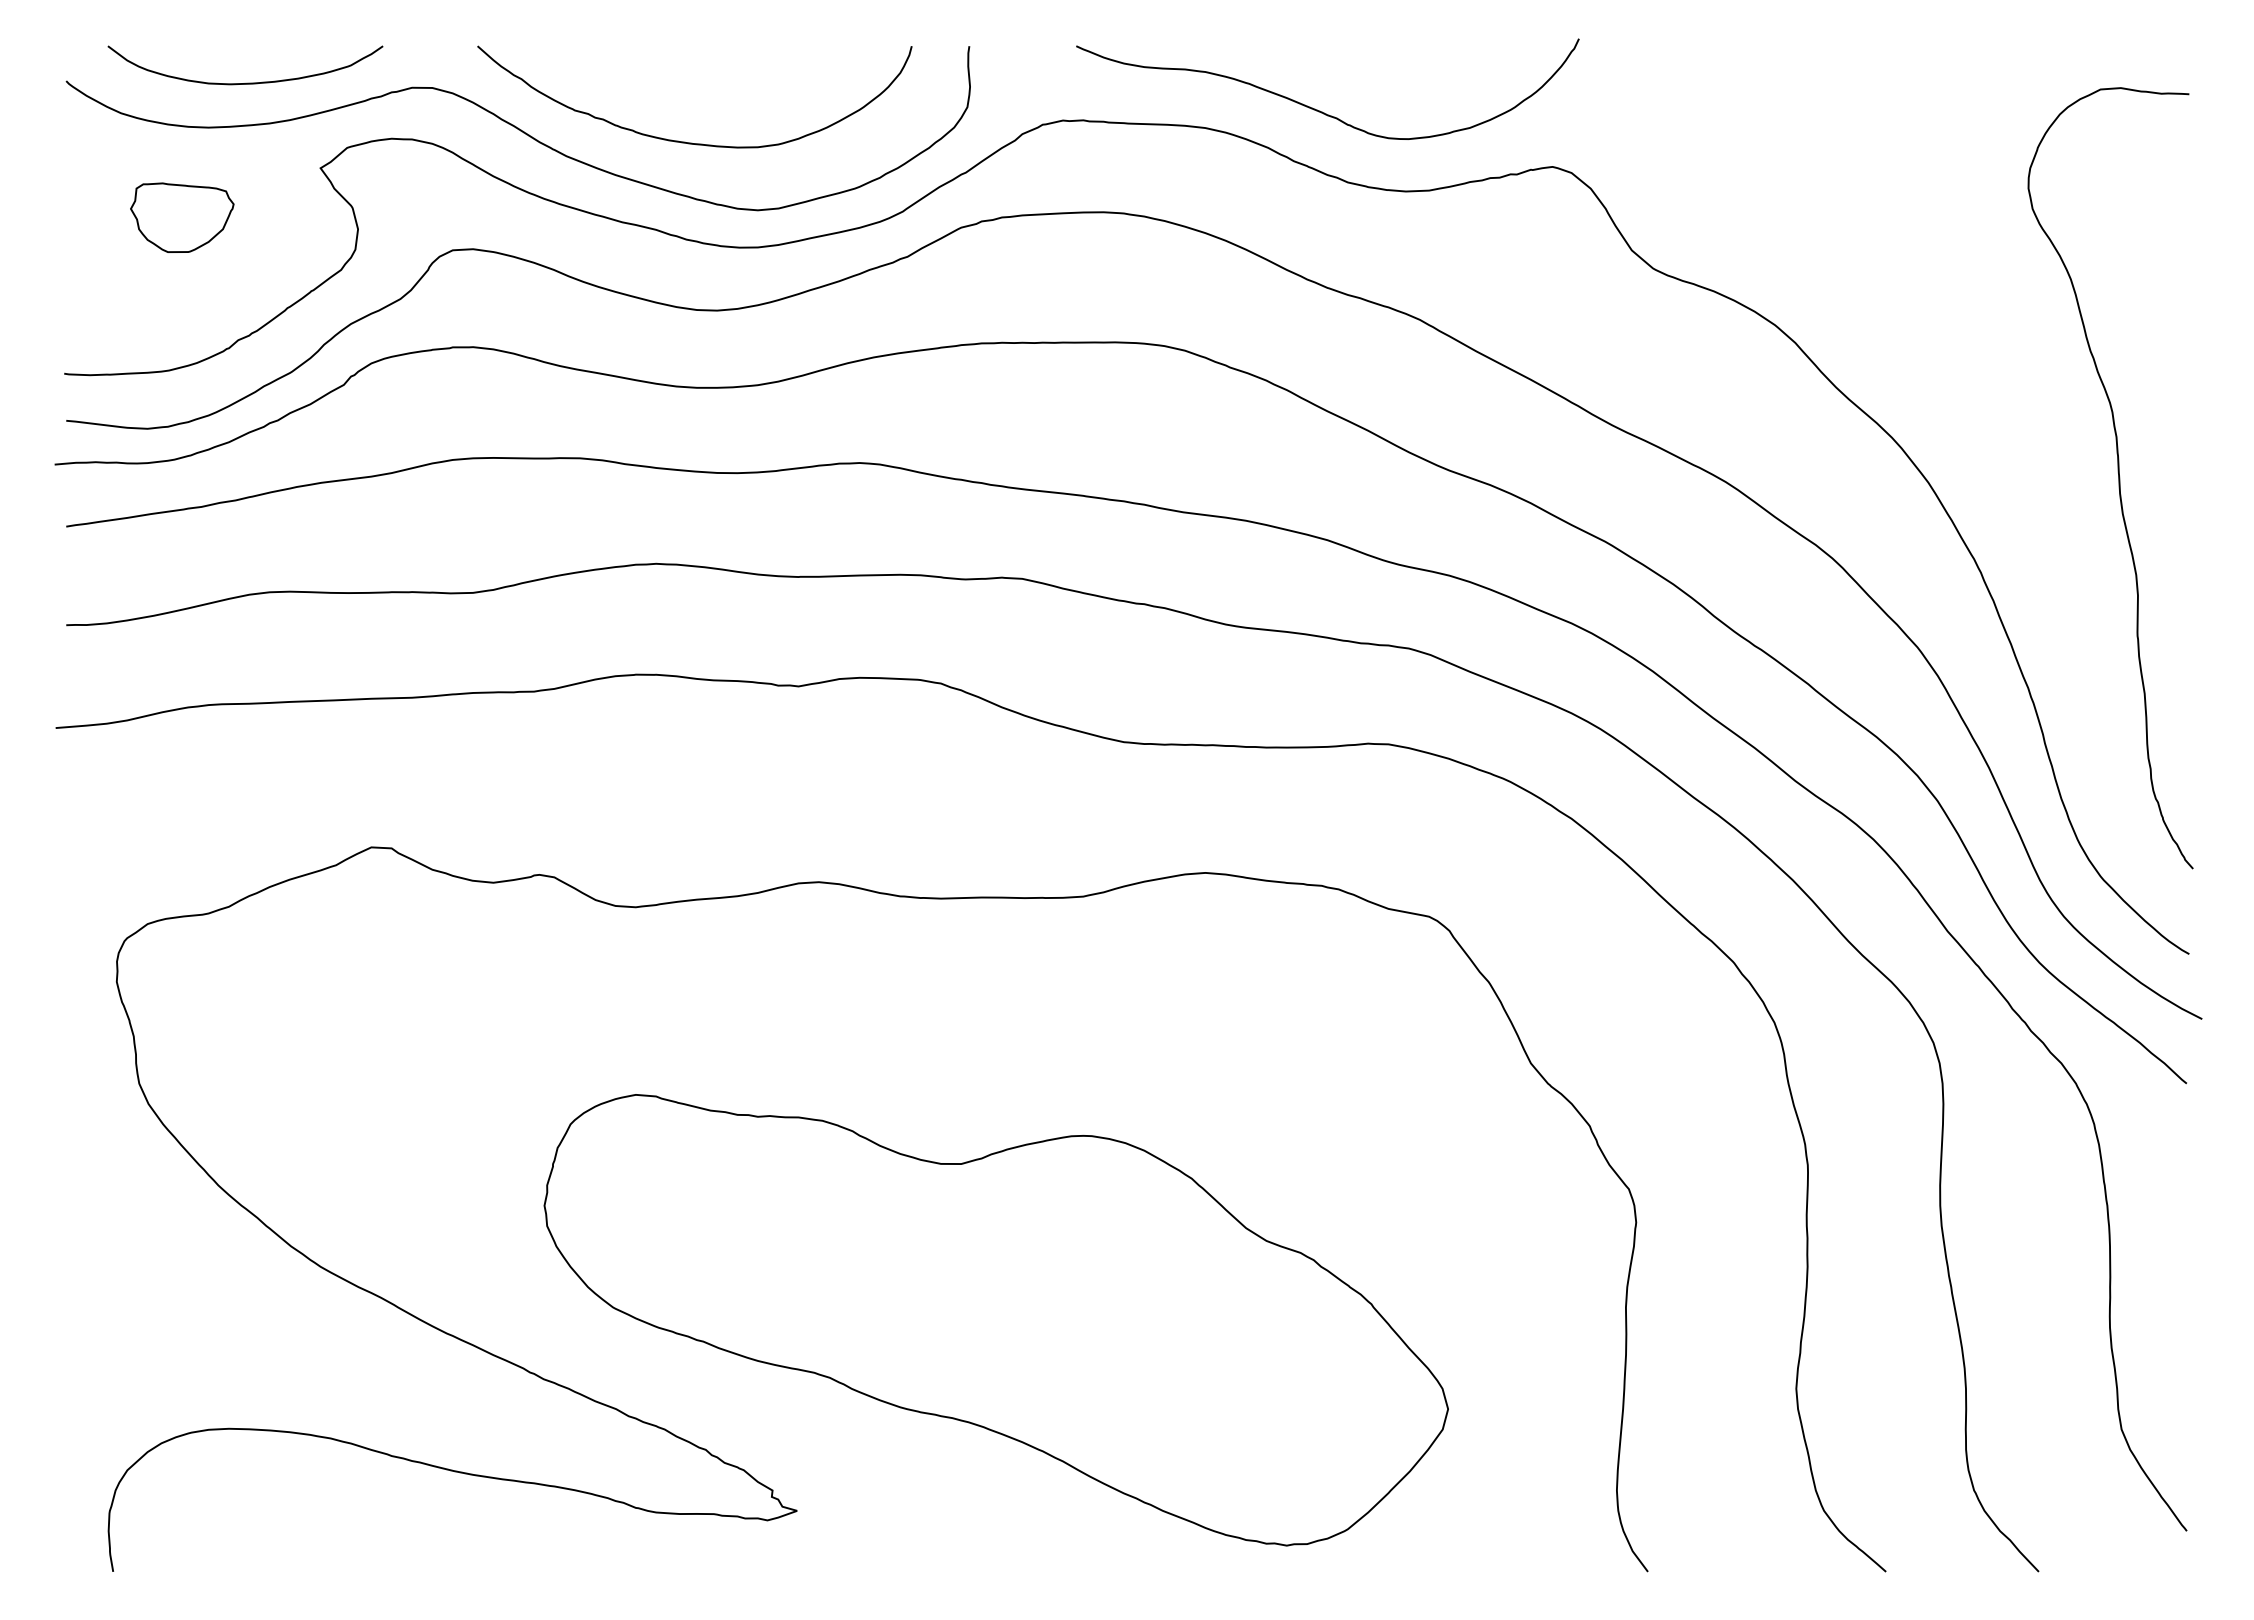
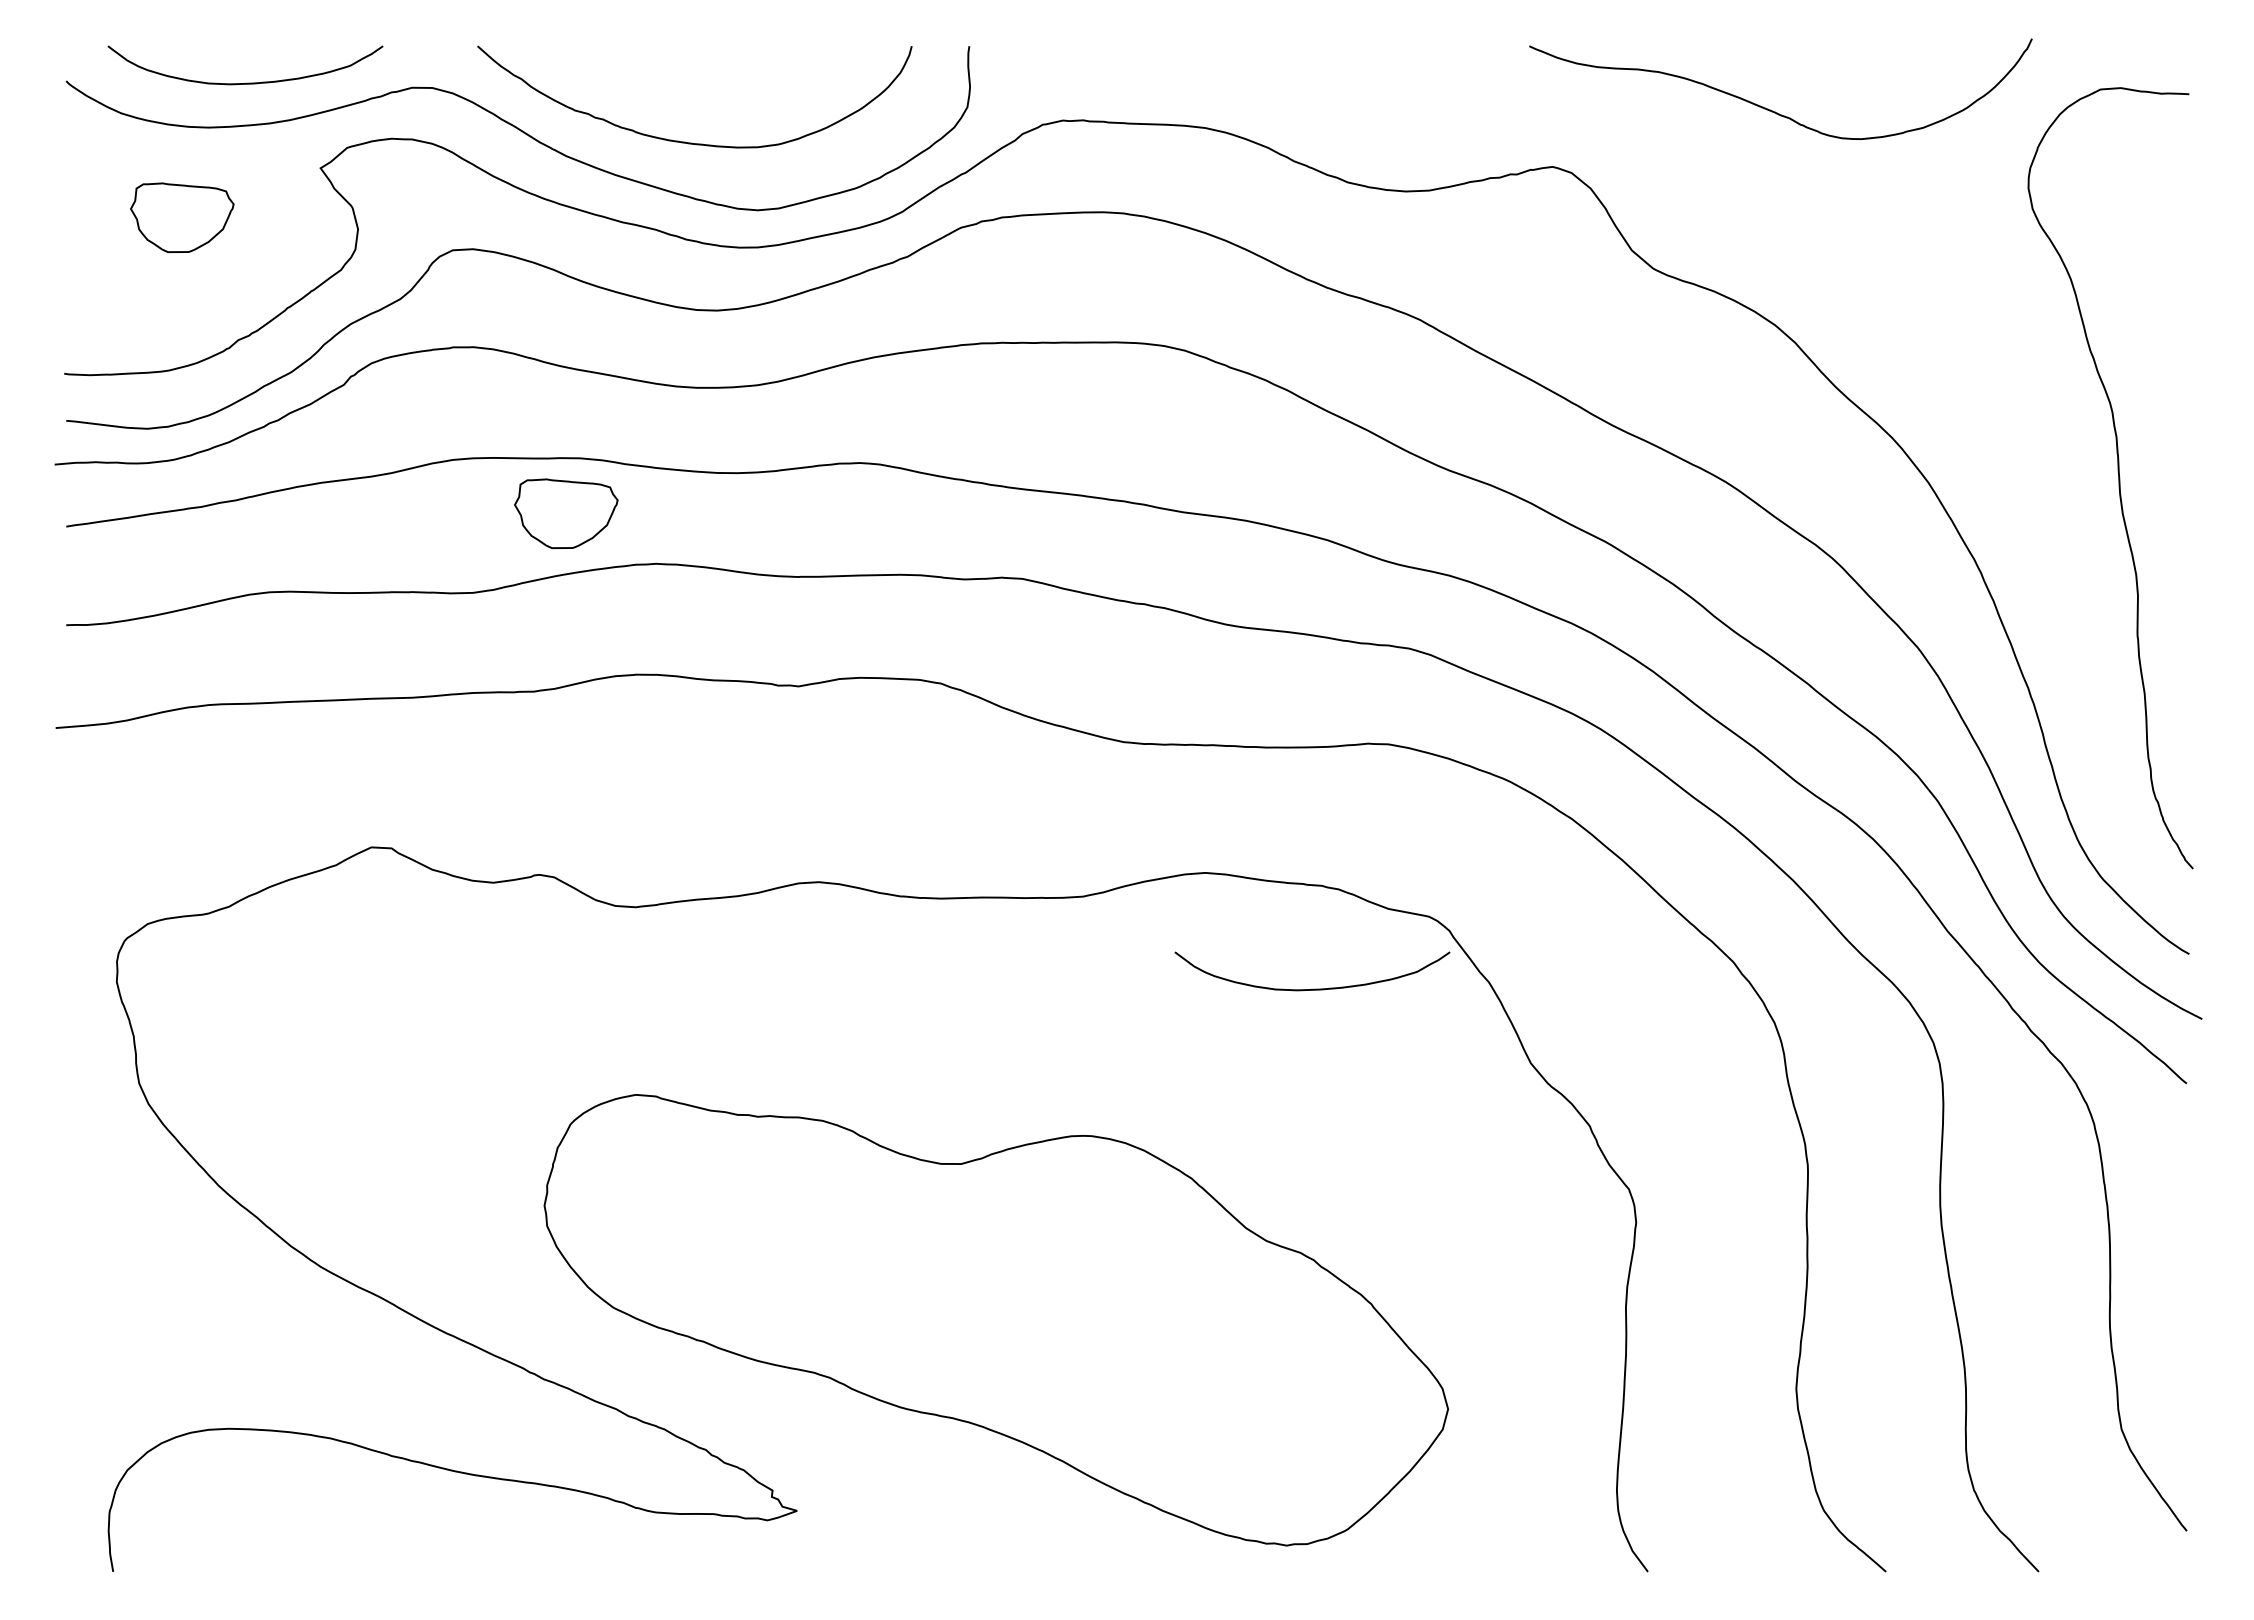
curve at (1317, 109) position: (1317, 109) -> (1770, 109)
part at (566, 513): none -> present
curve at (1313, 988): none -> present
